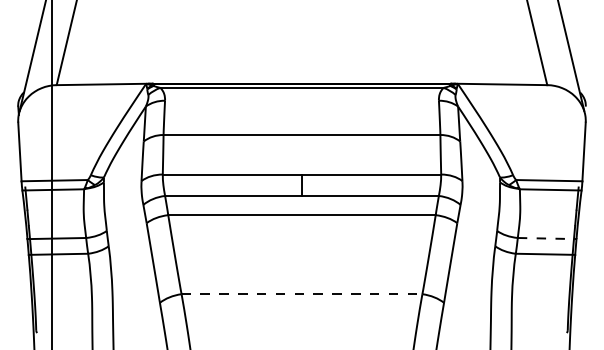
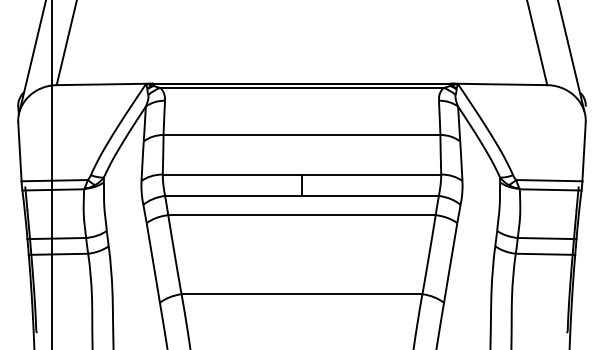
line at (547, 238): dashed -> solid
line at (302, 294): dashed -> solid
